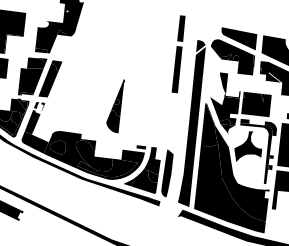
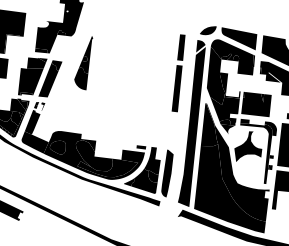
fill at (207, 30): none -> present
part at (178, 54) position: (178, 54) -> (178, 73)
fill at (215, 75): none -> present
part at (115, 106) position: (115, 106) -> (83, 63)
